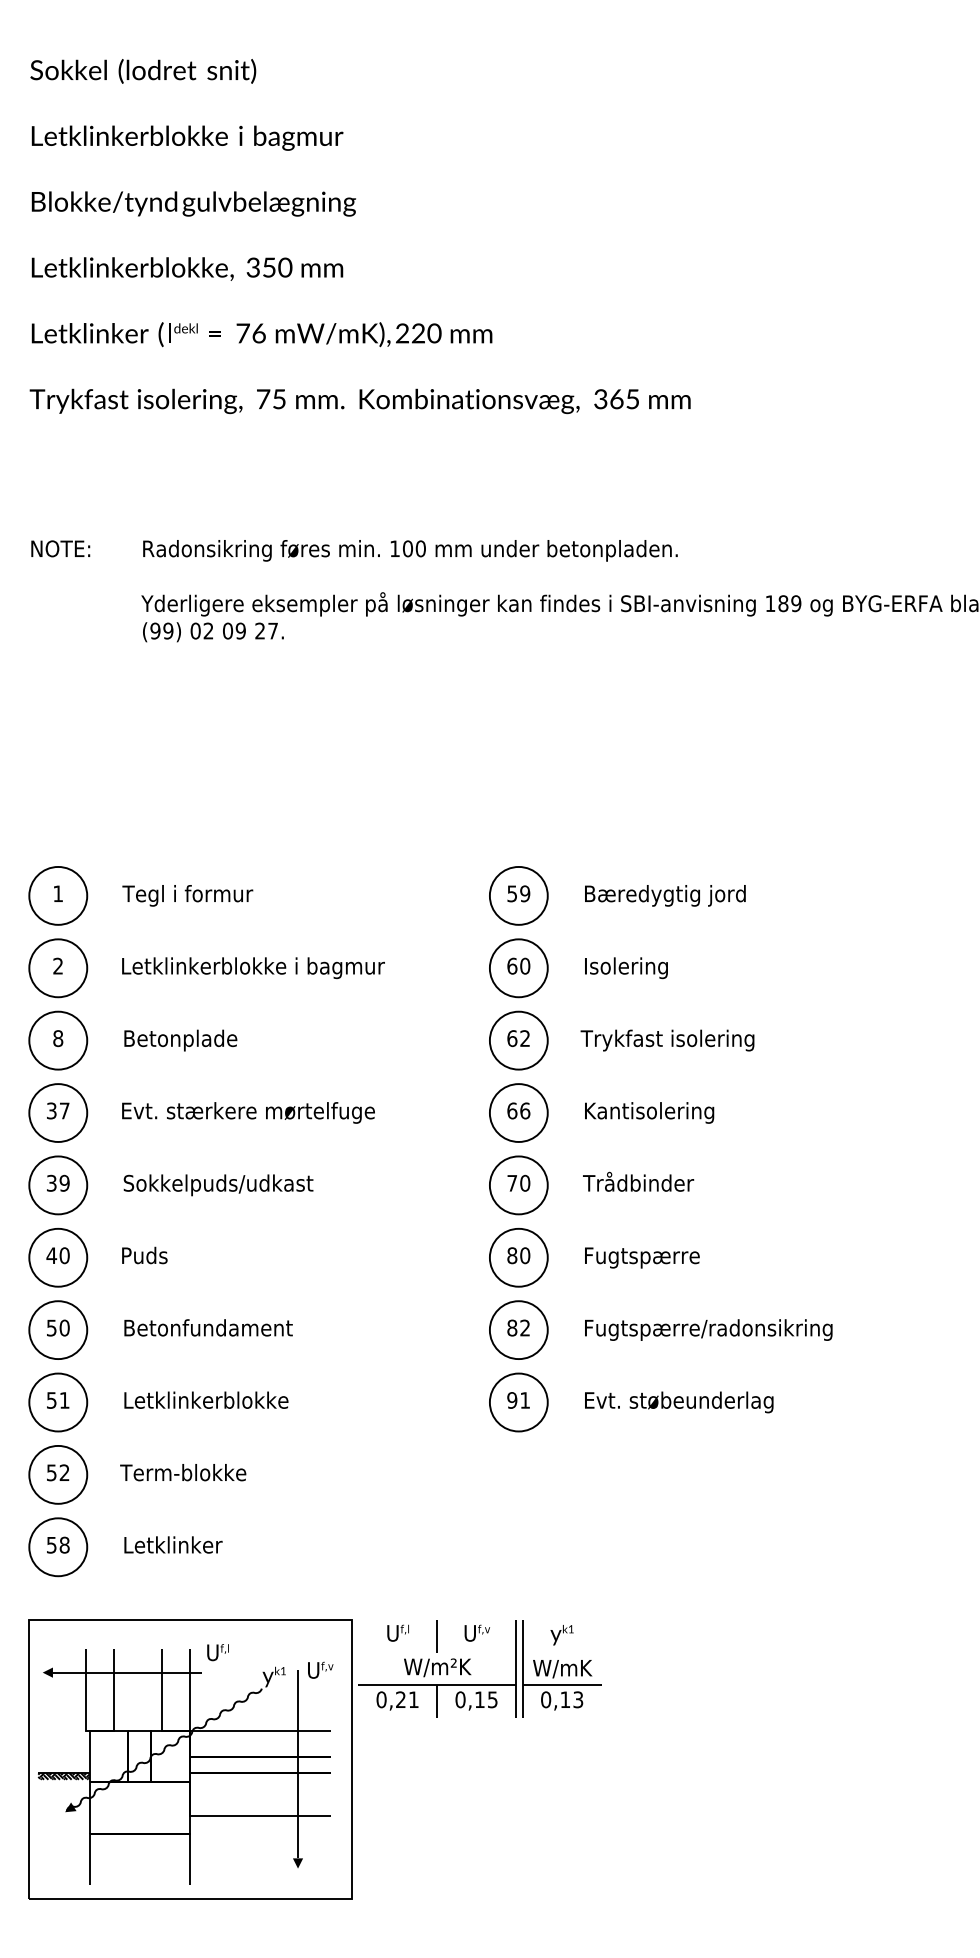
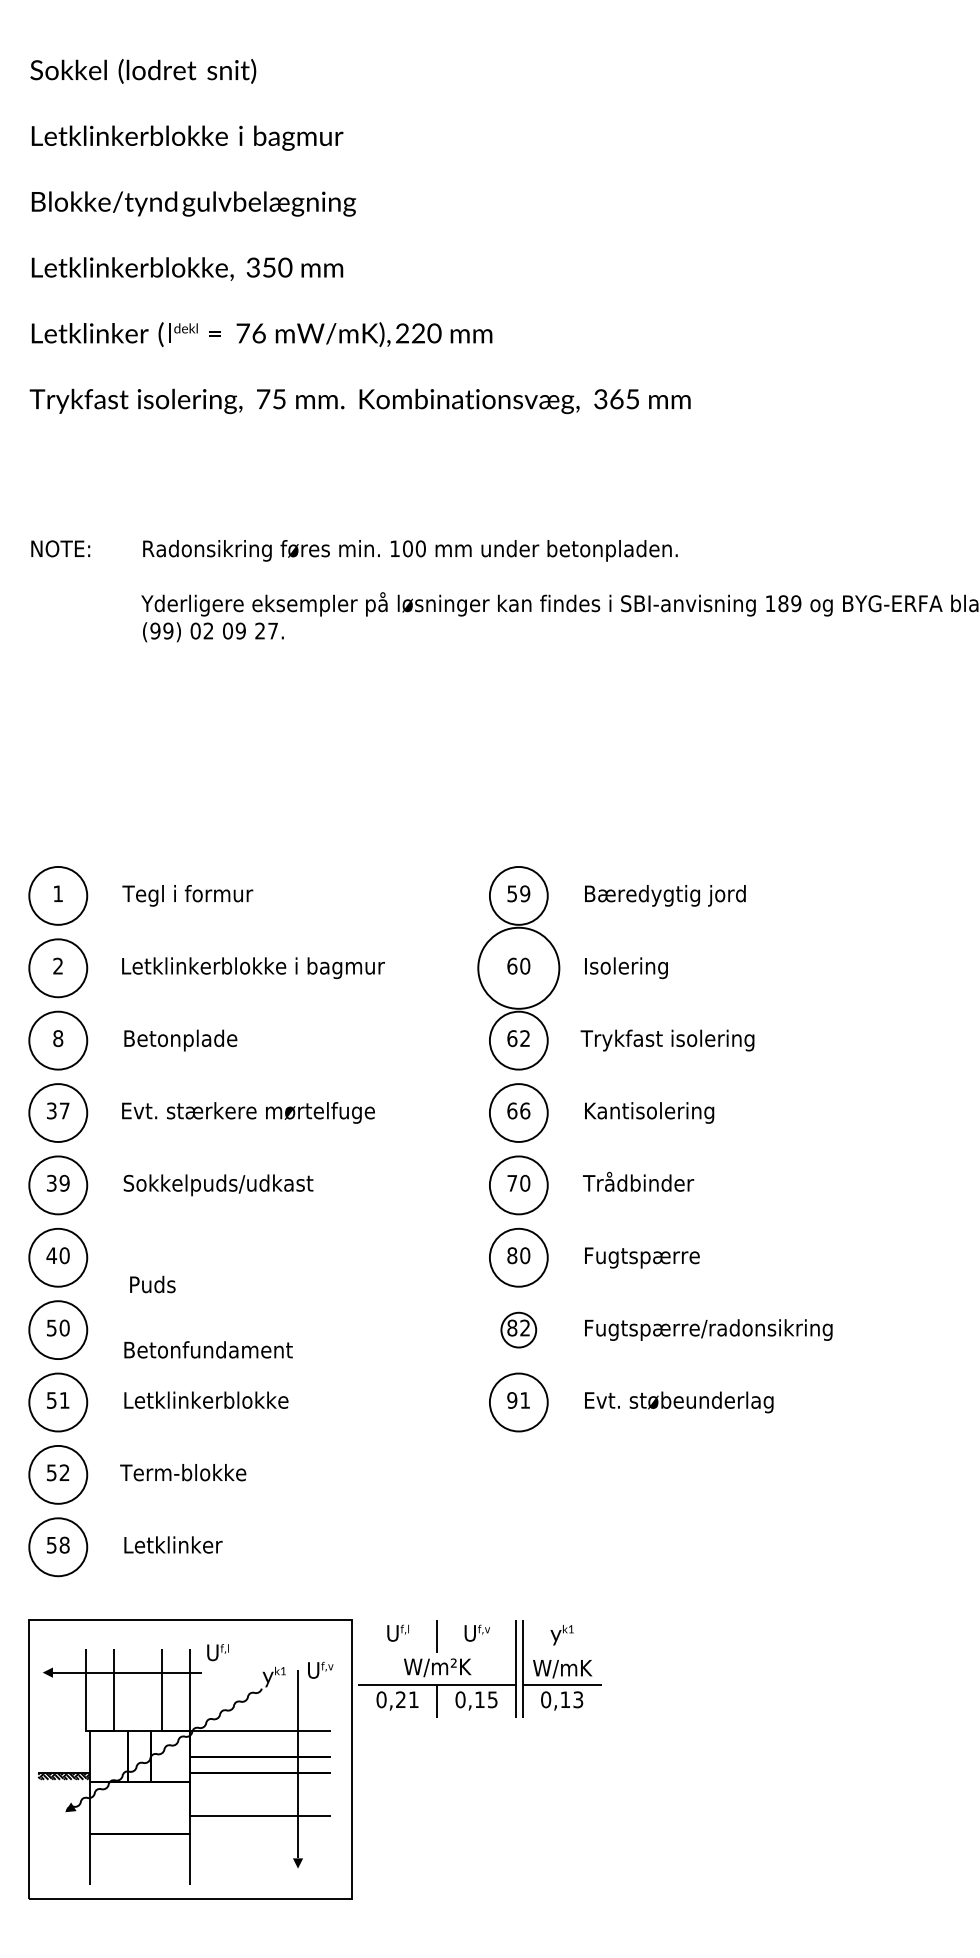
circle at (518, 968) diameter: 58 px -> 81 px
text at (144, 1255) position: (144, 1255) -> (152, 1284)
text at (208, 1327) position: (208, 1327) -> (208, 1349)
circle at (518, 1330) diameter: 58 px -> 35 px
